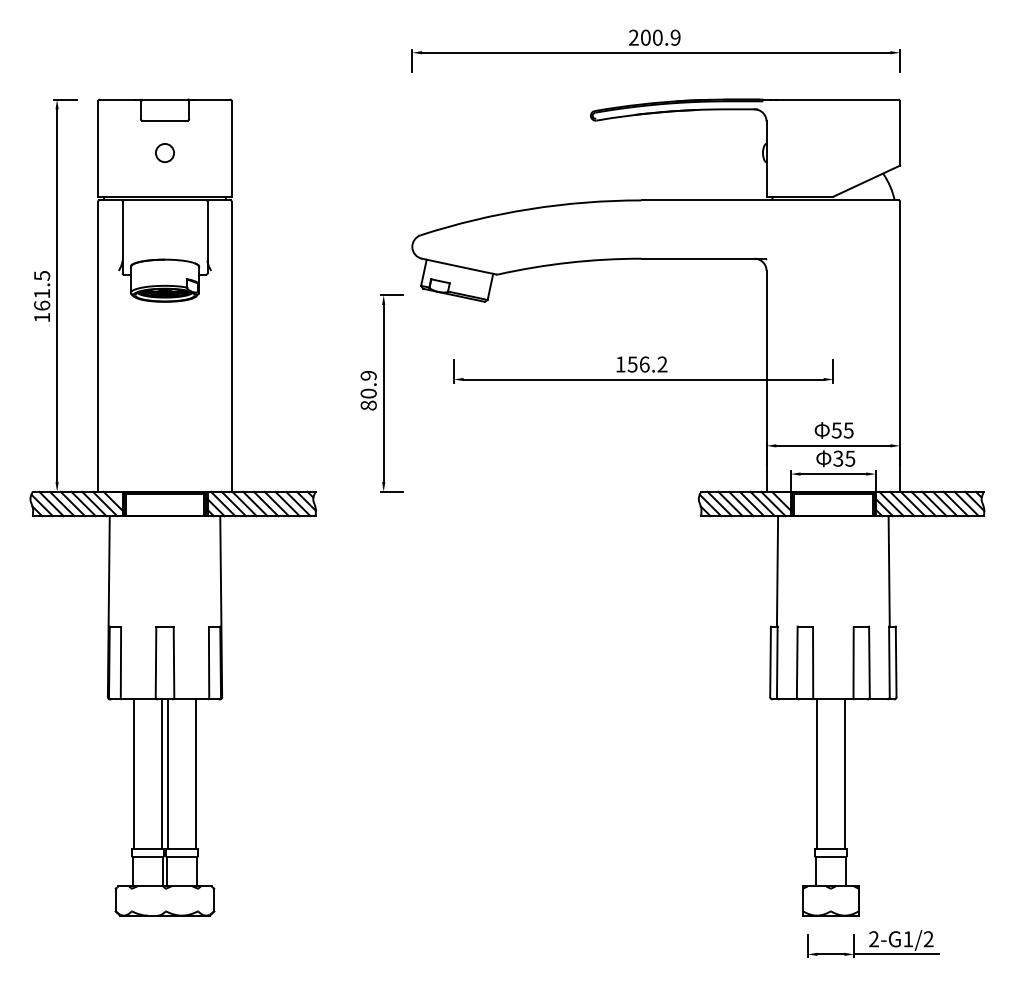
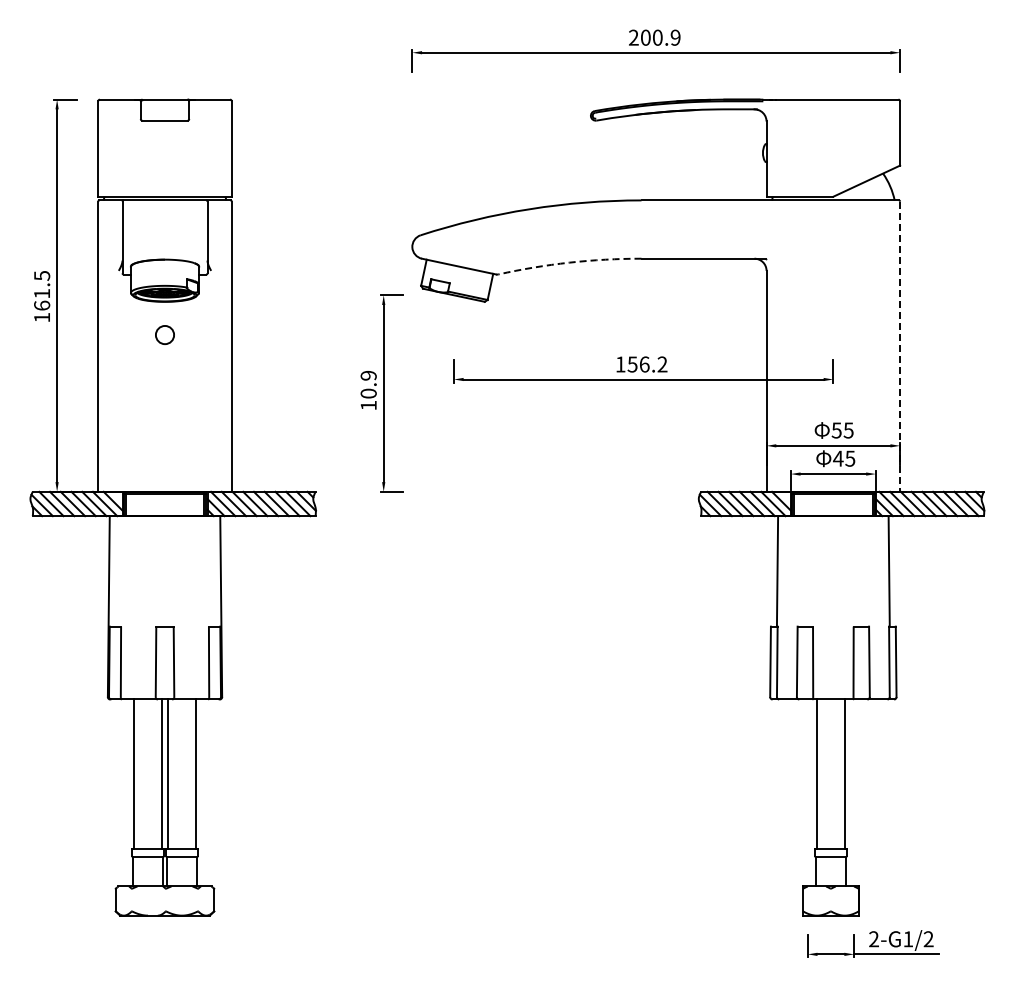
circle at (164, 152) position: (164, 152) -> (164, 334)
arc at (569, 262): solid -> dashed
line at (900, 347): solid -> dashed
text at (368, 405): 80.9 -> 10.9
text at (838, 458): 35 -> 45
